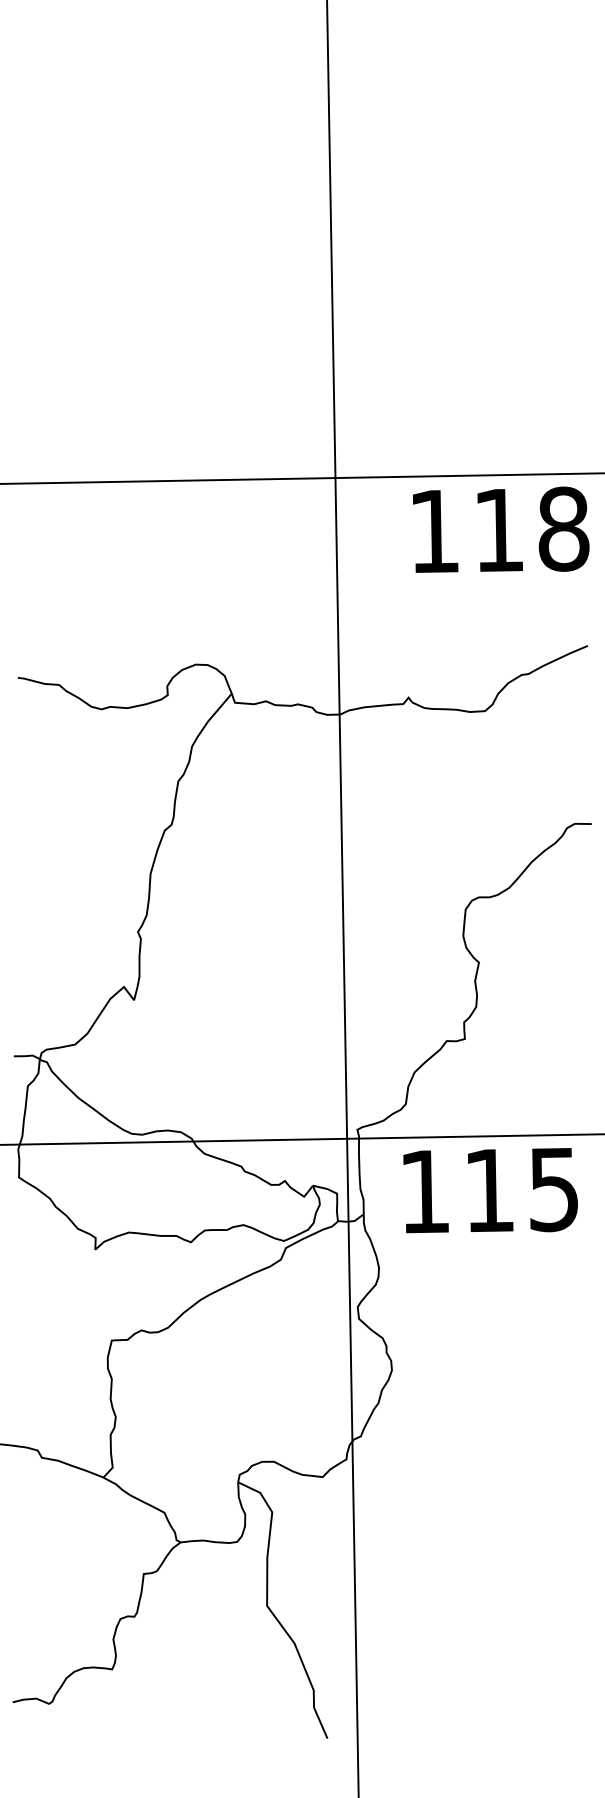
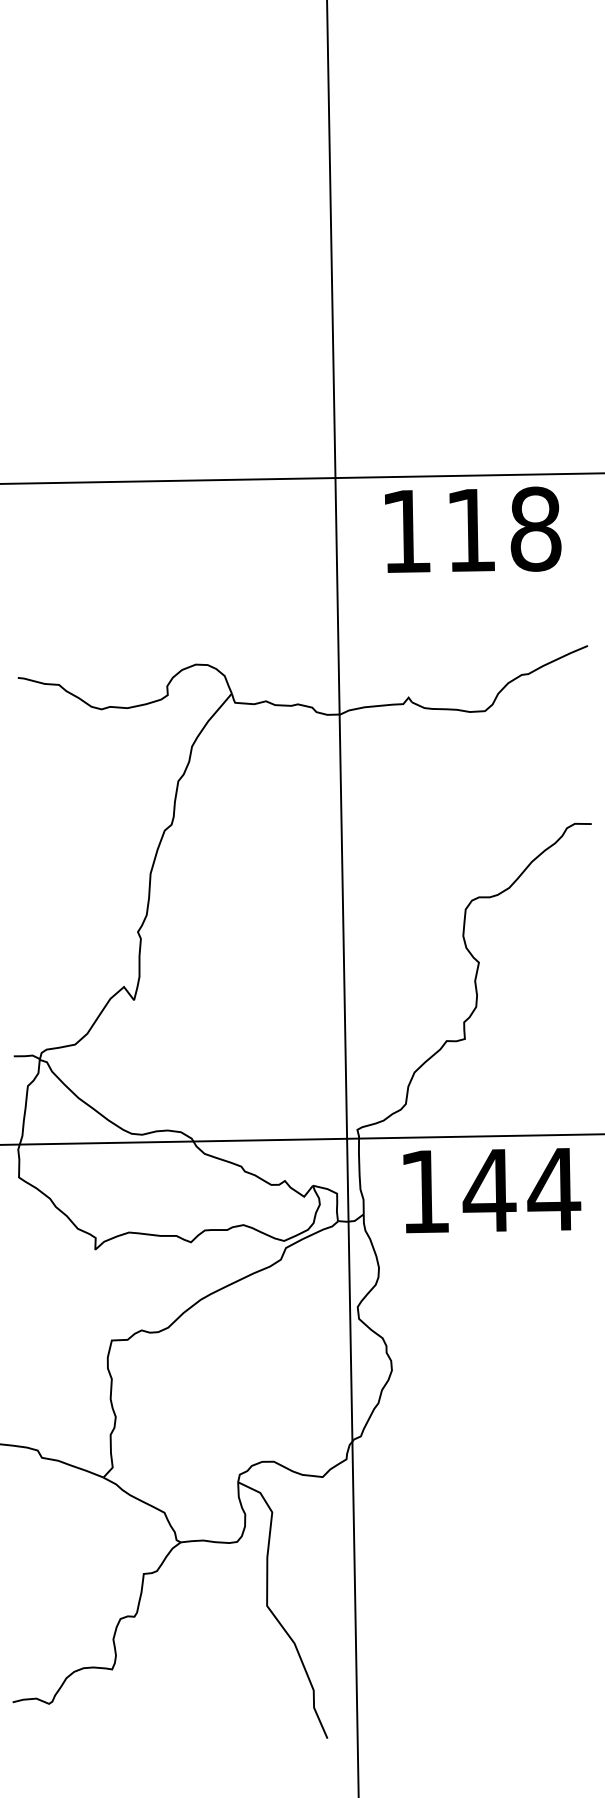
text at (501, 529) position: (501, 529) -> (473, 529)
text at (521, 1190): 115 -> 144
